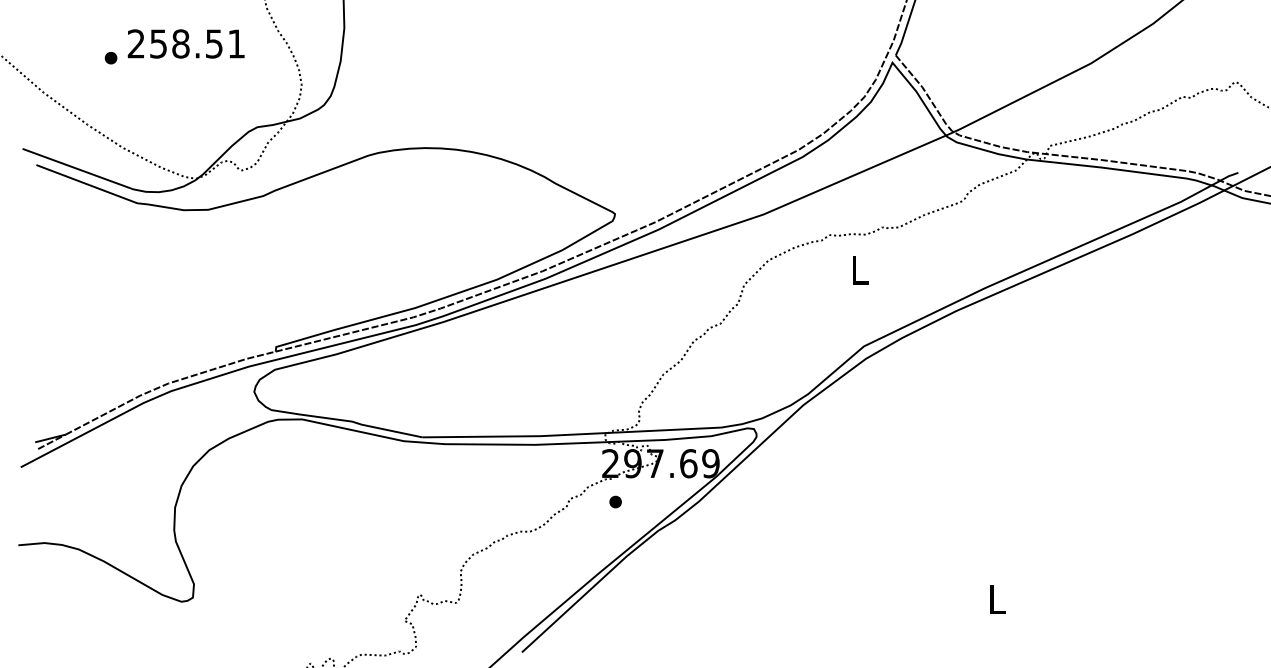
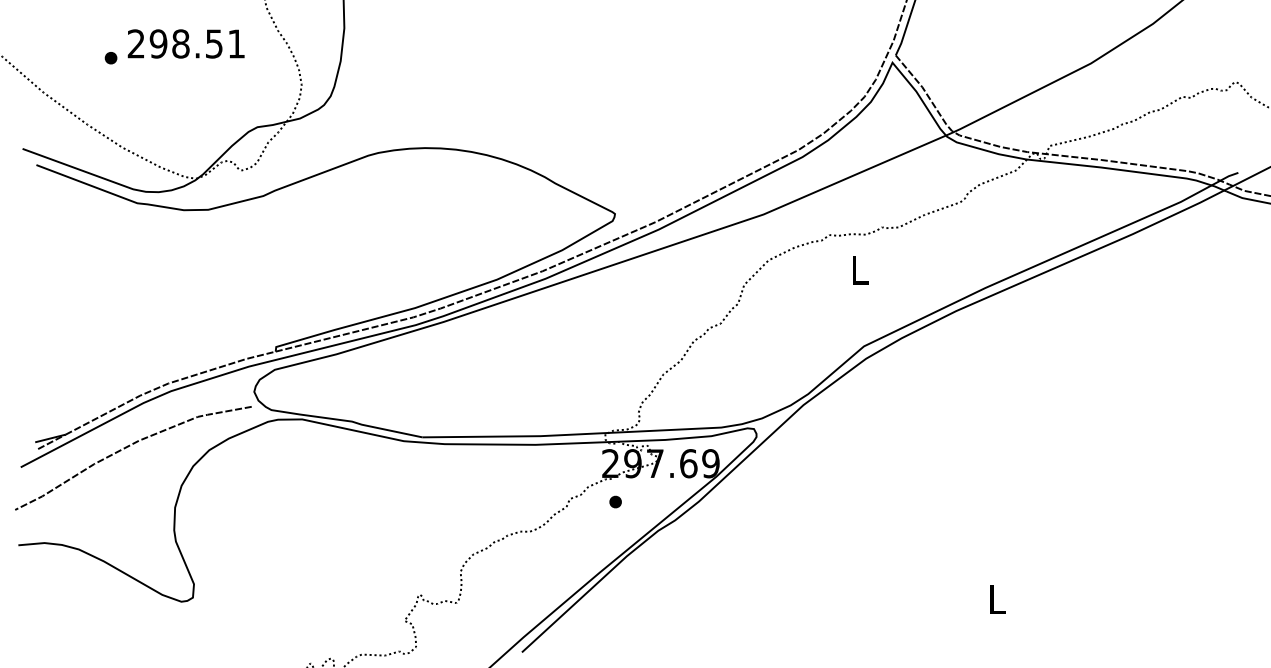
text at (158, 43): 258.51 -> 298.51
curve at (128, 447): none -> present
